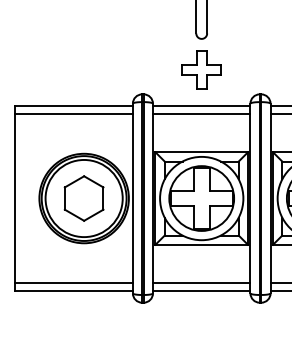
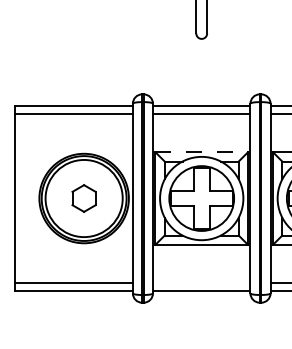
part at (201, 69): present -> none
line at (202, 152): solid -> dashed
part at (83, 198) size: 42x47 px -> 26x29 px
line at (201, 283): present -> none
